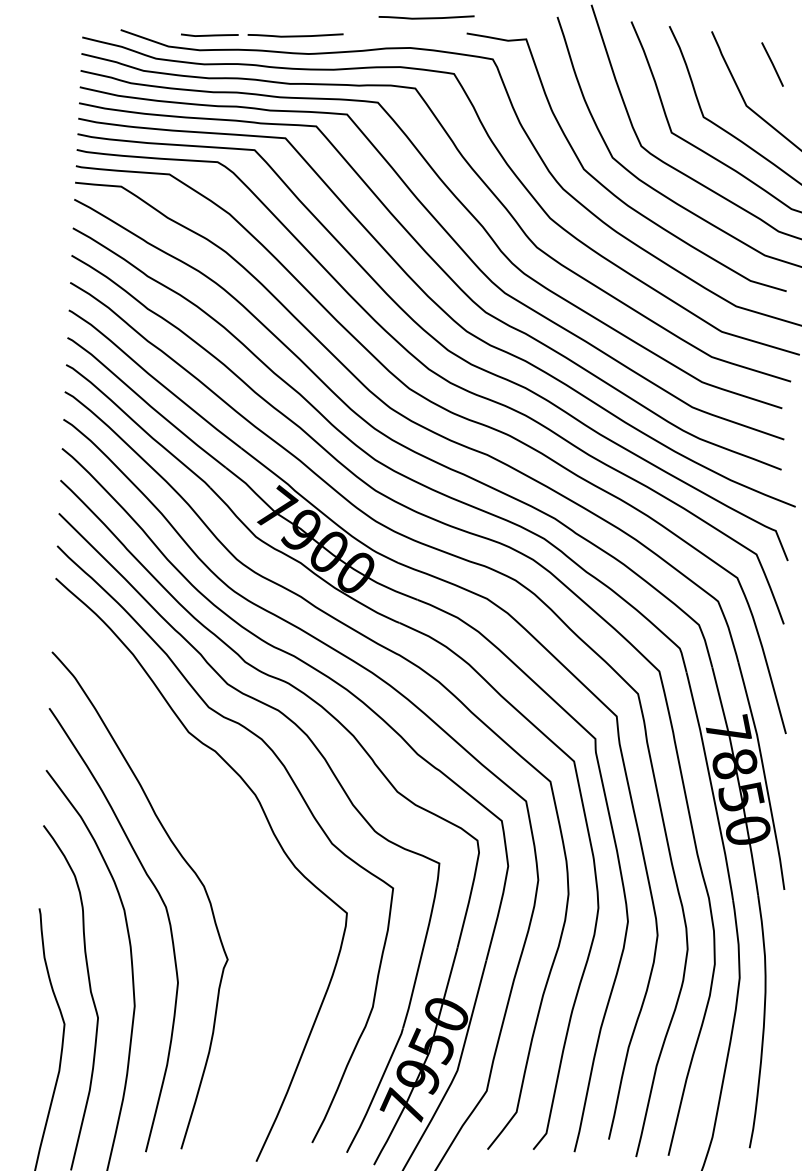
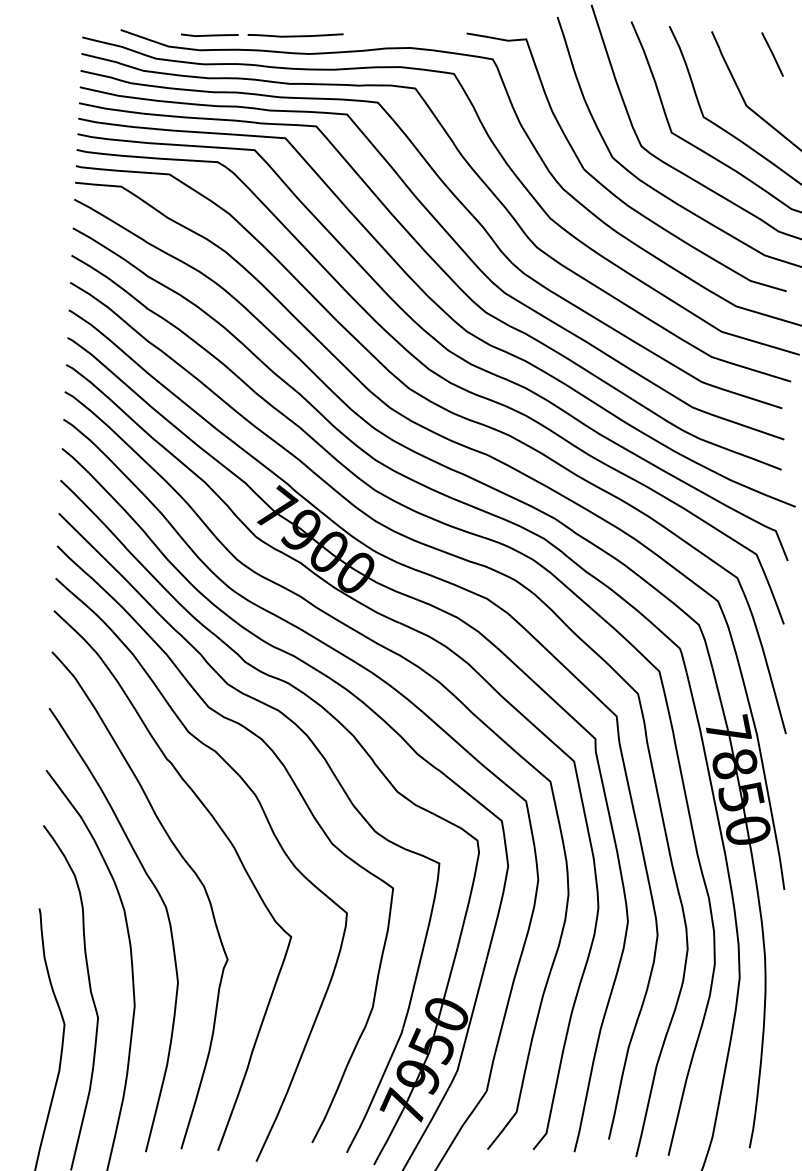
curve at (426, 17): present -> none
line at (772, 64) position: (772, 64) -> (772, 54)
curve at (226, 838): none -> present
